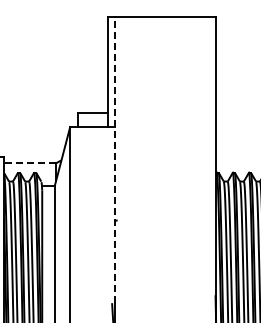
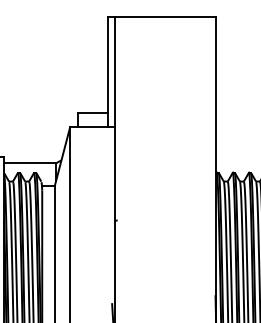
line at (114, 160): dashed -> solid
line at (29, 163): dashed -> solid
